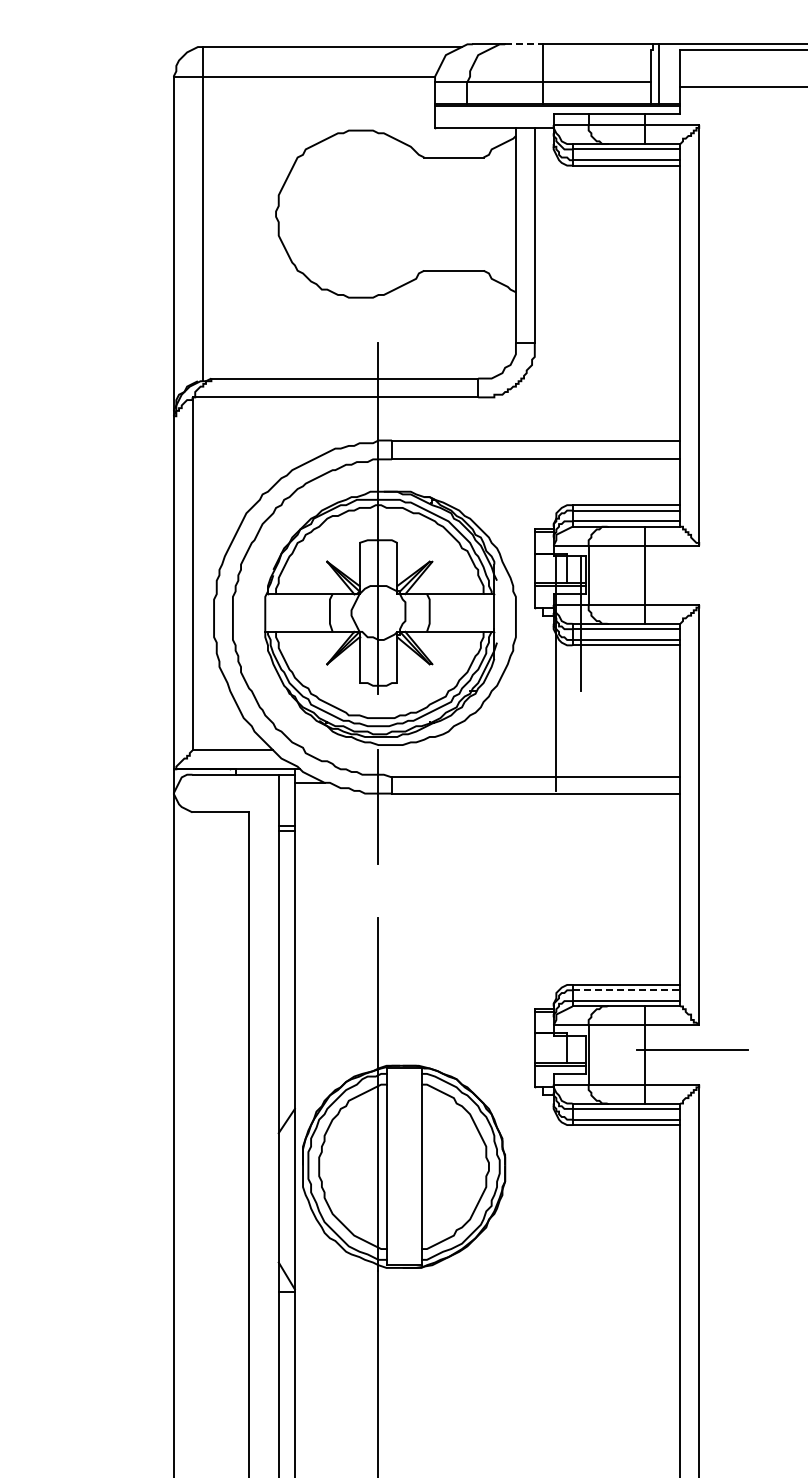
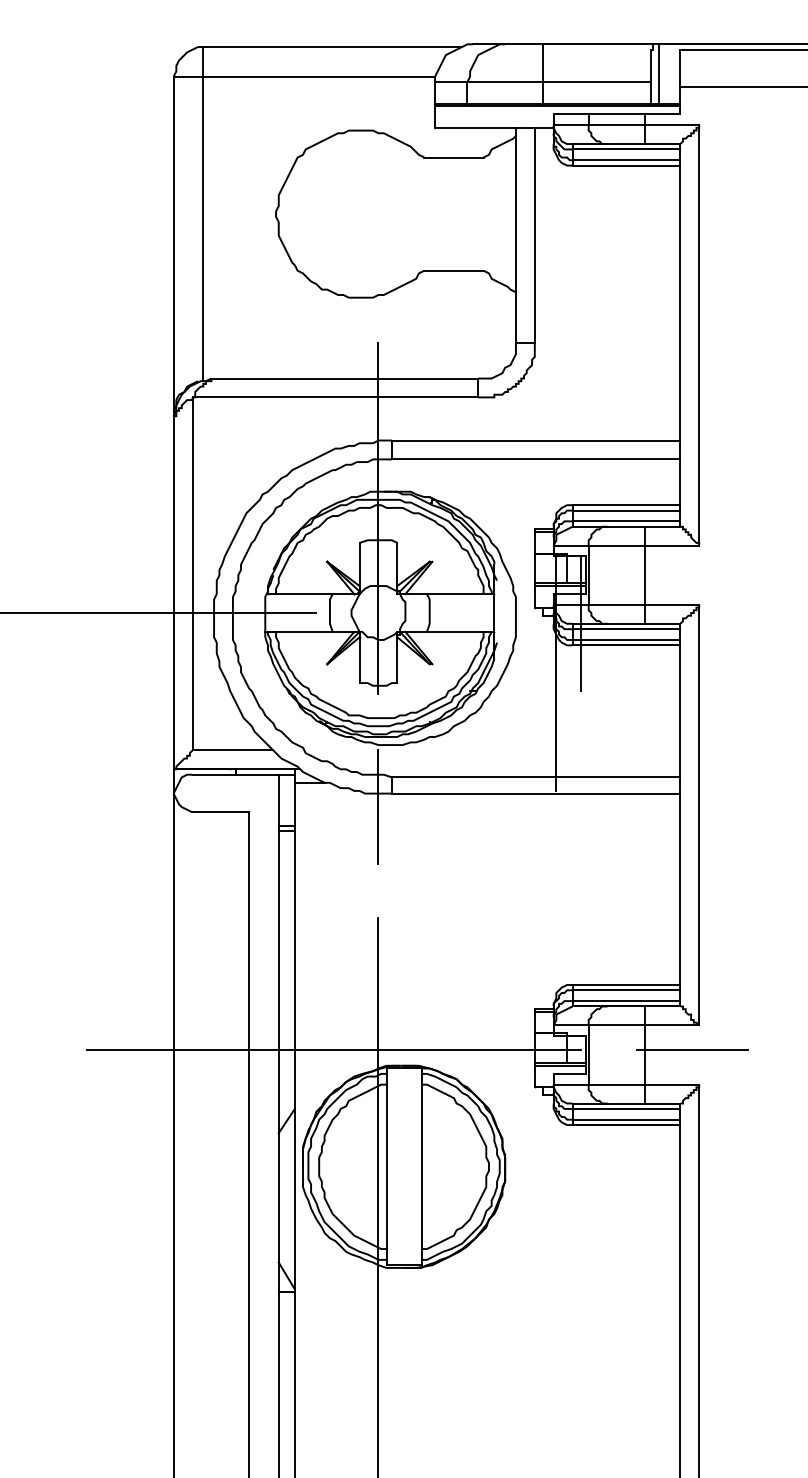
line at (524, 44): dashed -> solid
line at (159, 613): none -> present
line at (626, 990): dashed -> solid
line at (333, 1049): none -> present
